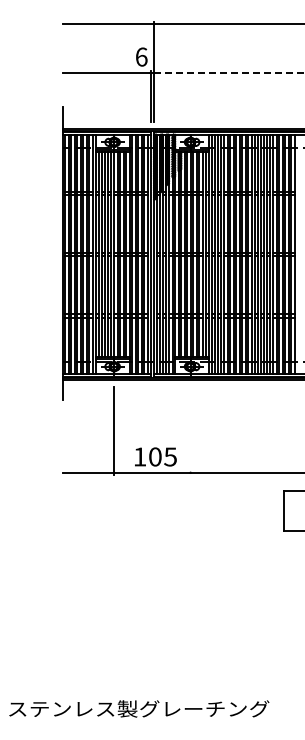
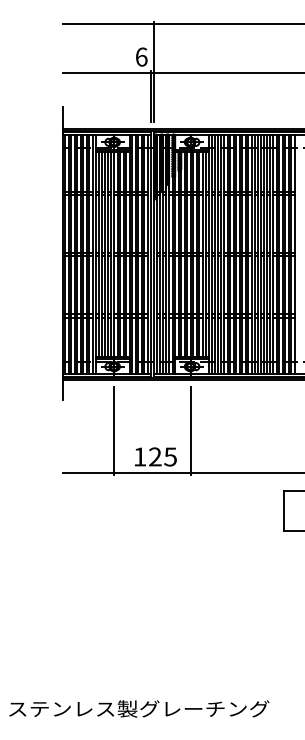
line at (229, 72): dashed -> solid
line at (190, 430): none -> present
text at (155, 456): 105 -> 125
